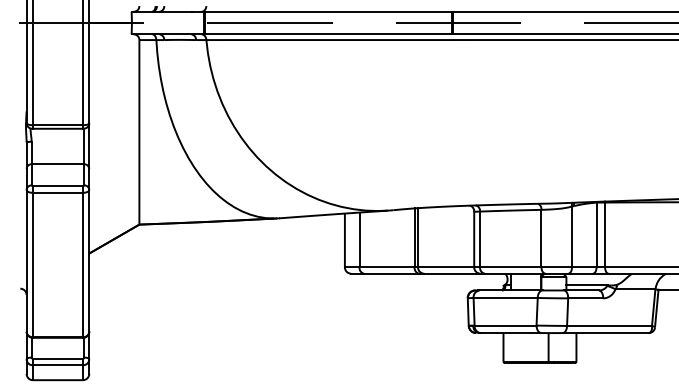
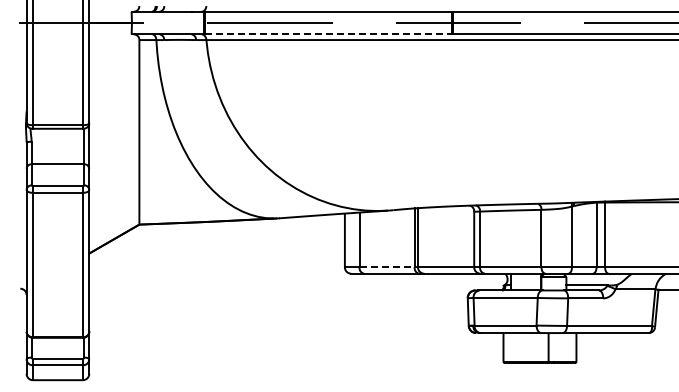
line at (328, 34): solid -> dashed
line at (387, 267): solid -> dashed
